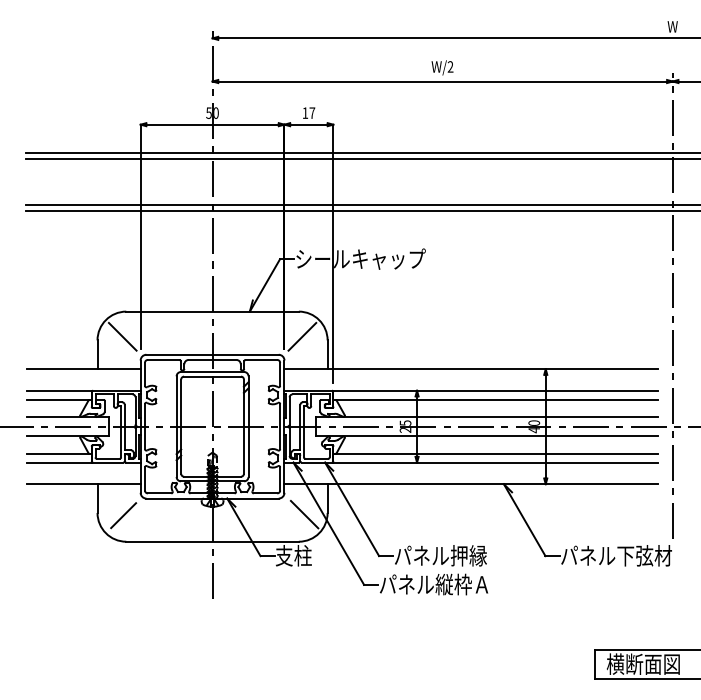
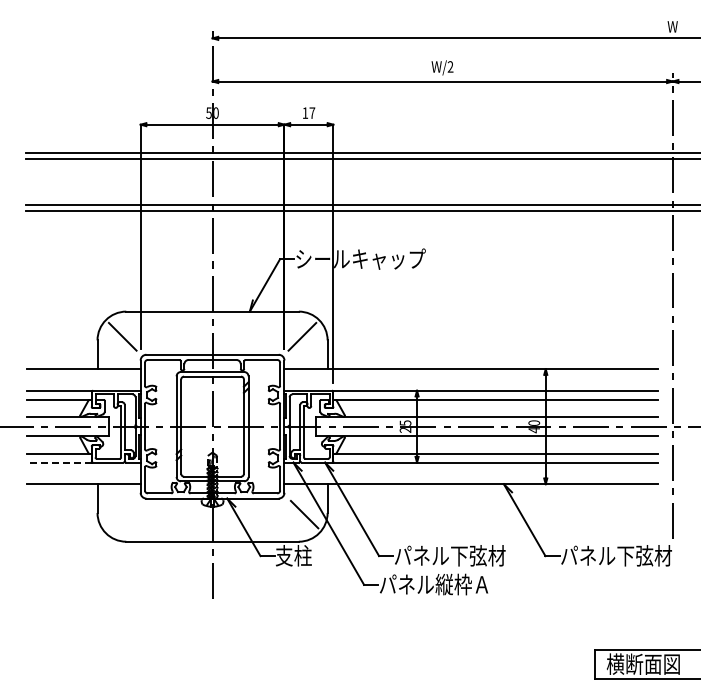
line at (59, 462): solid -> dashed
line at (123, 515): present -> none
text at (477, 555): パネル押縁 -> パネル下弦材
